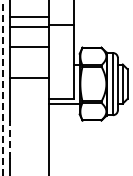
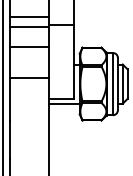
line at (2, 88): dashed -> solid
line at (10, 140): dashed -> solid
